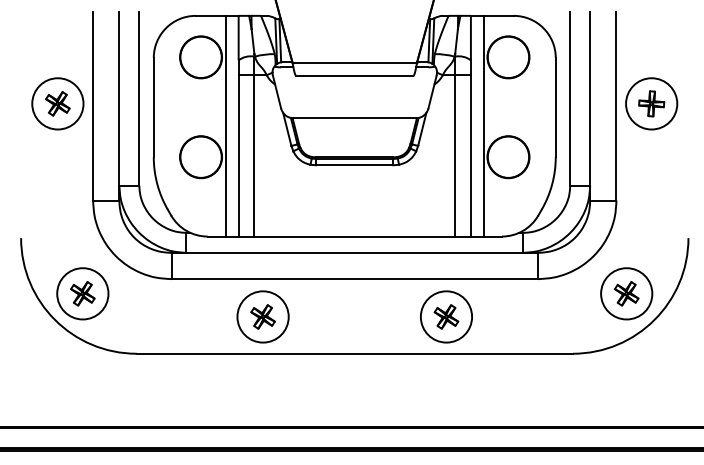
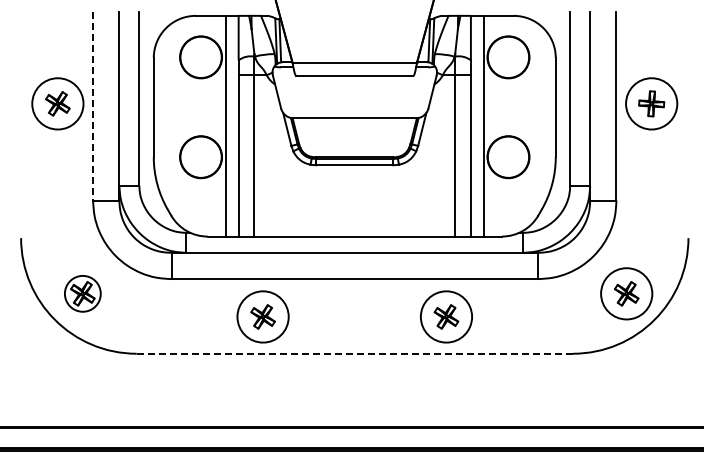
line at (93, 106): solid -> dashed
circle at (82, 293) diameter: 51 px -> 36 px
line at (354, 353): solid -> dashed
